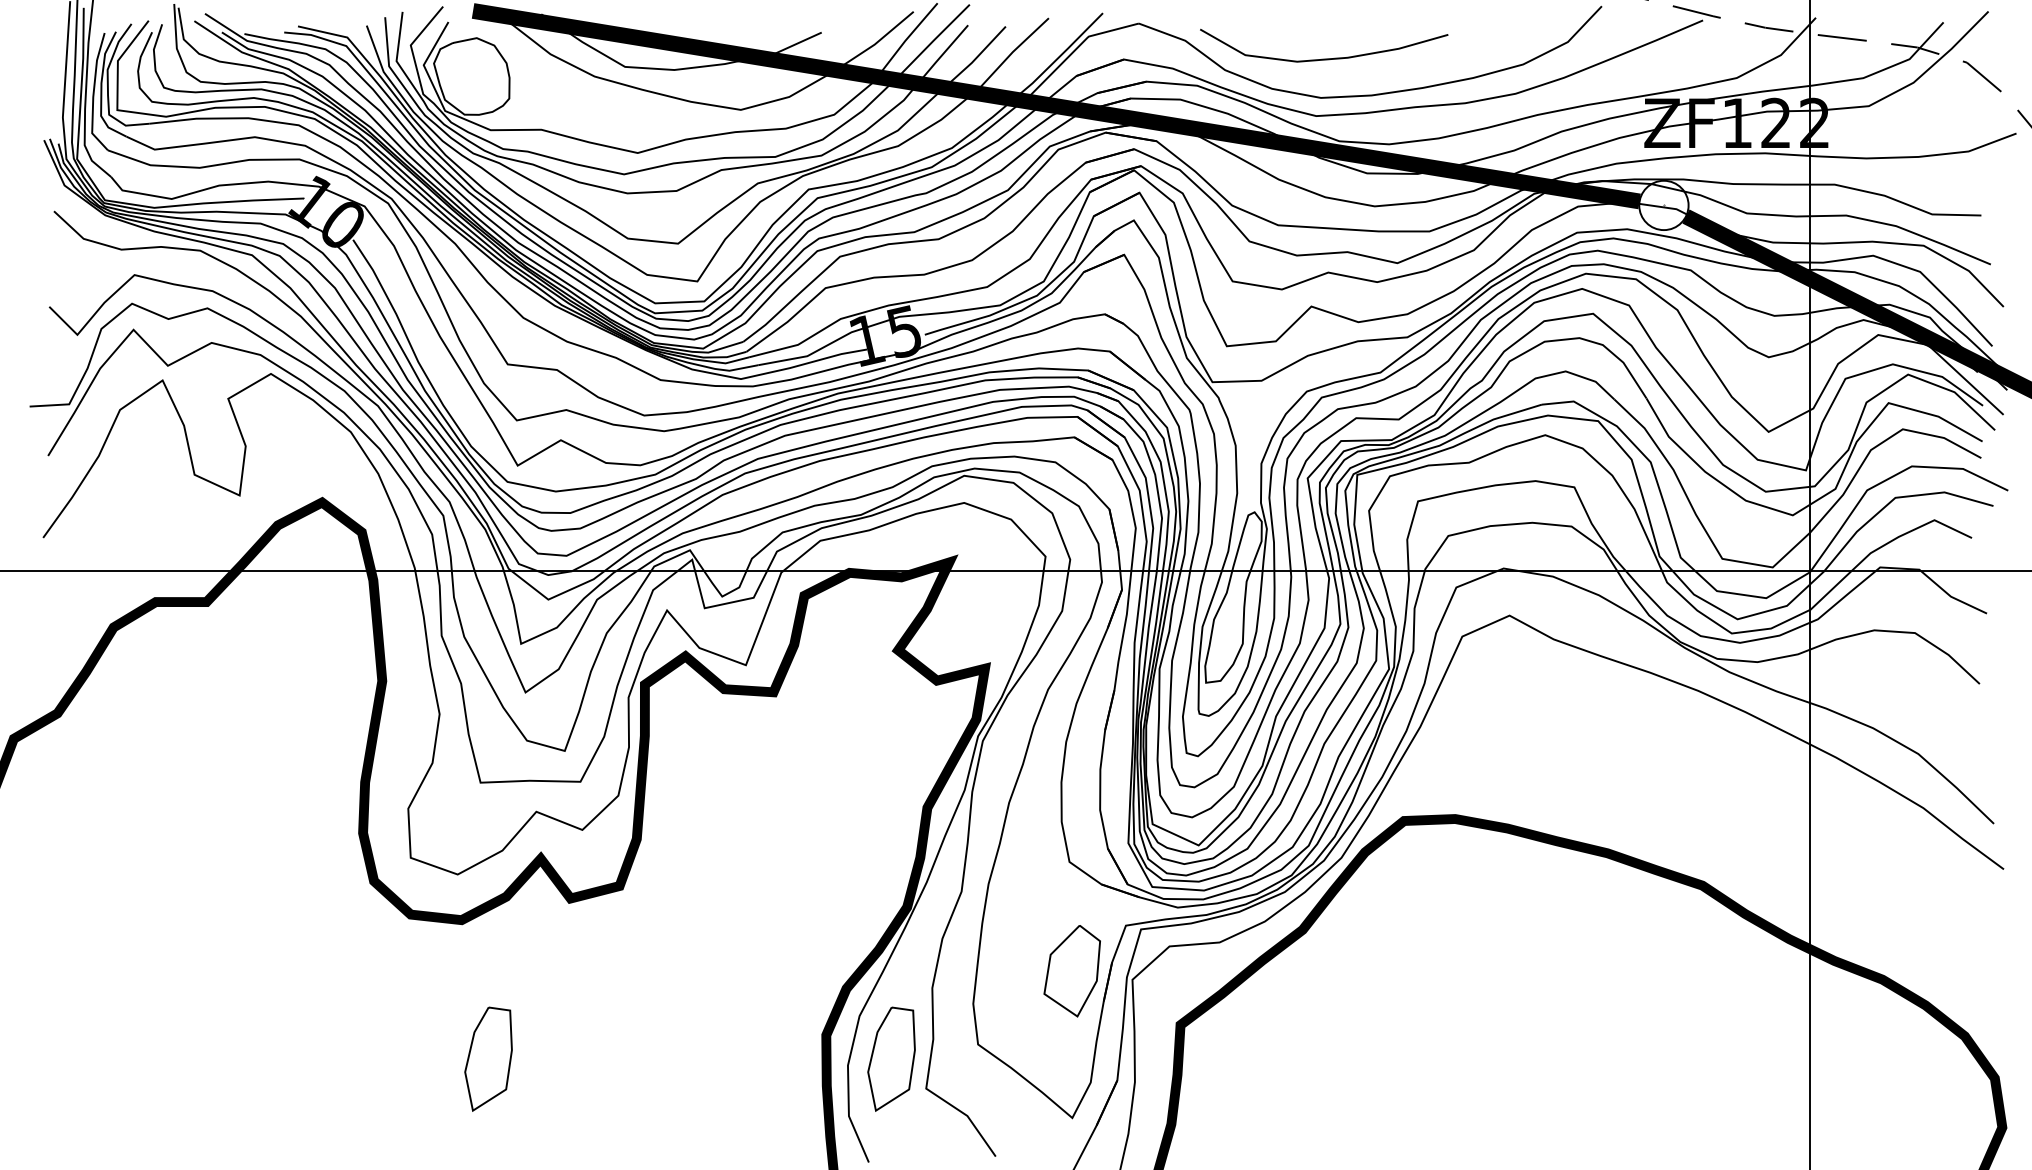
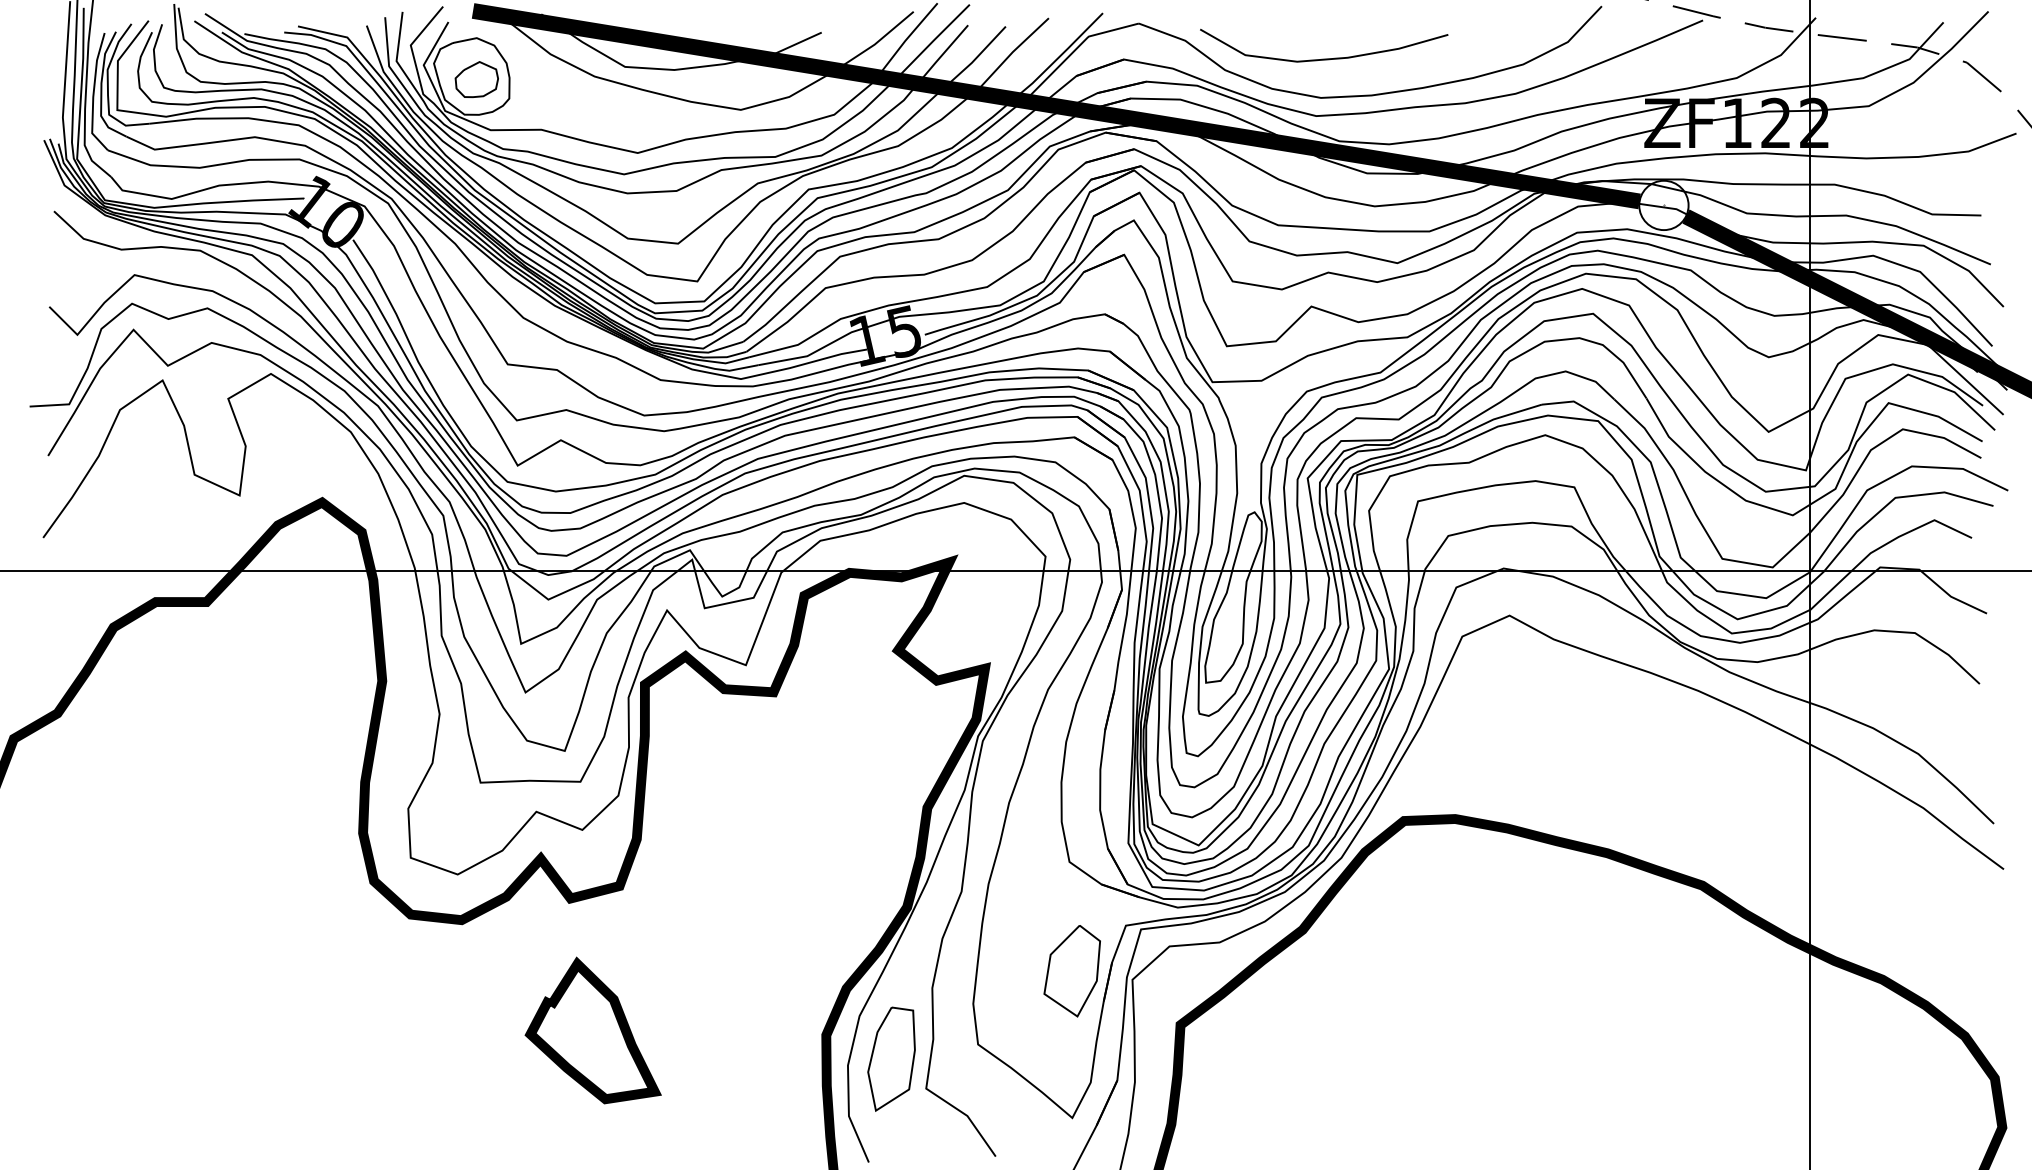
part at (476, 79): none -> present
curve at (615, 1018): none -> present
part at (488, 1058): present -> none
